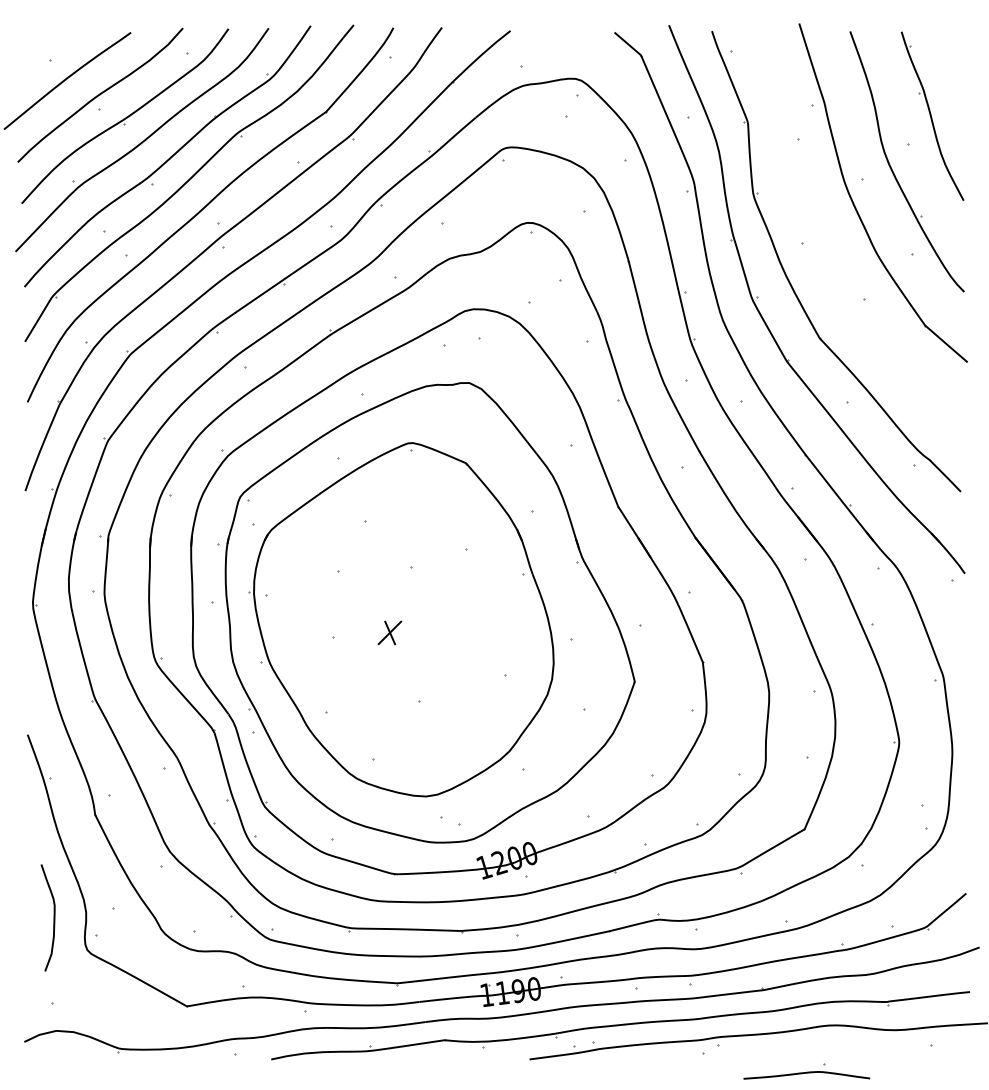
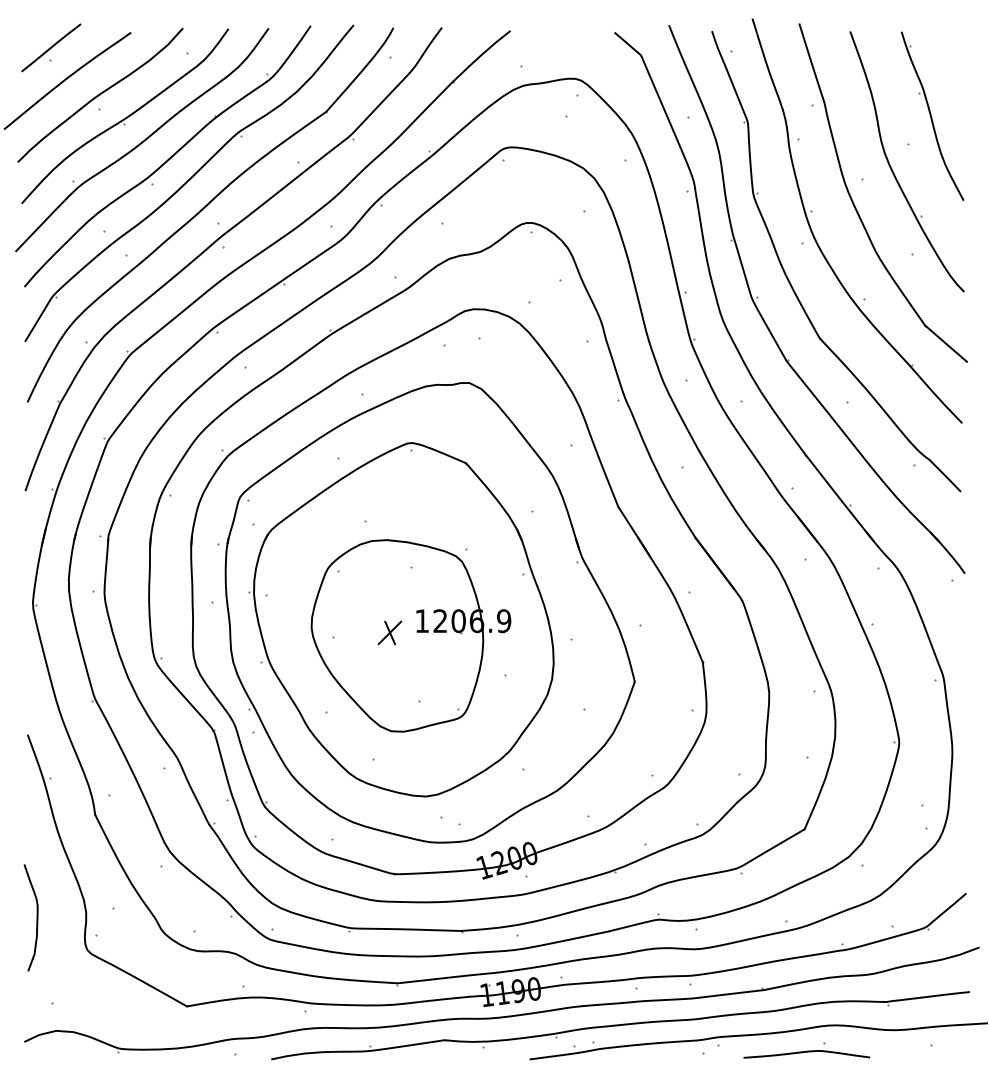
line at (51, 47): none -> present
part at (816, 239): none -> present
part at (410, 635): none -> present
curve at (53, 917) position: (53, 917) -> (36, 917)
part at (806, 1071) position: (806, 1071) -> (806, 1050)
